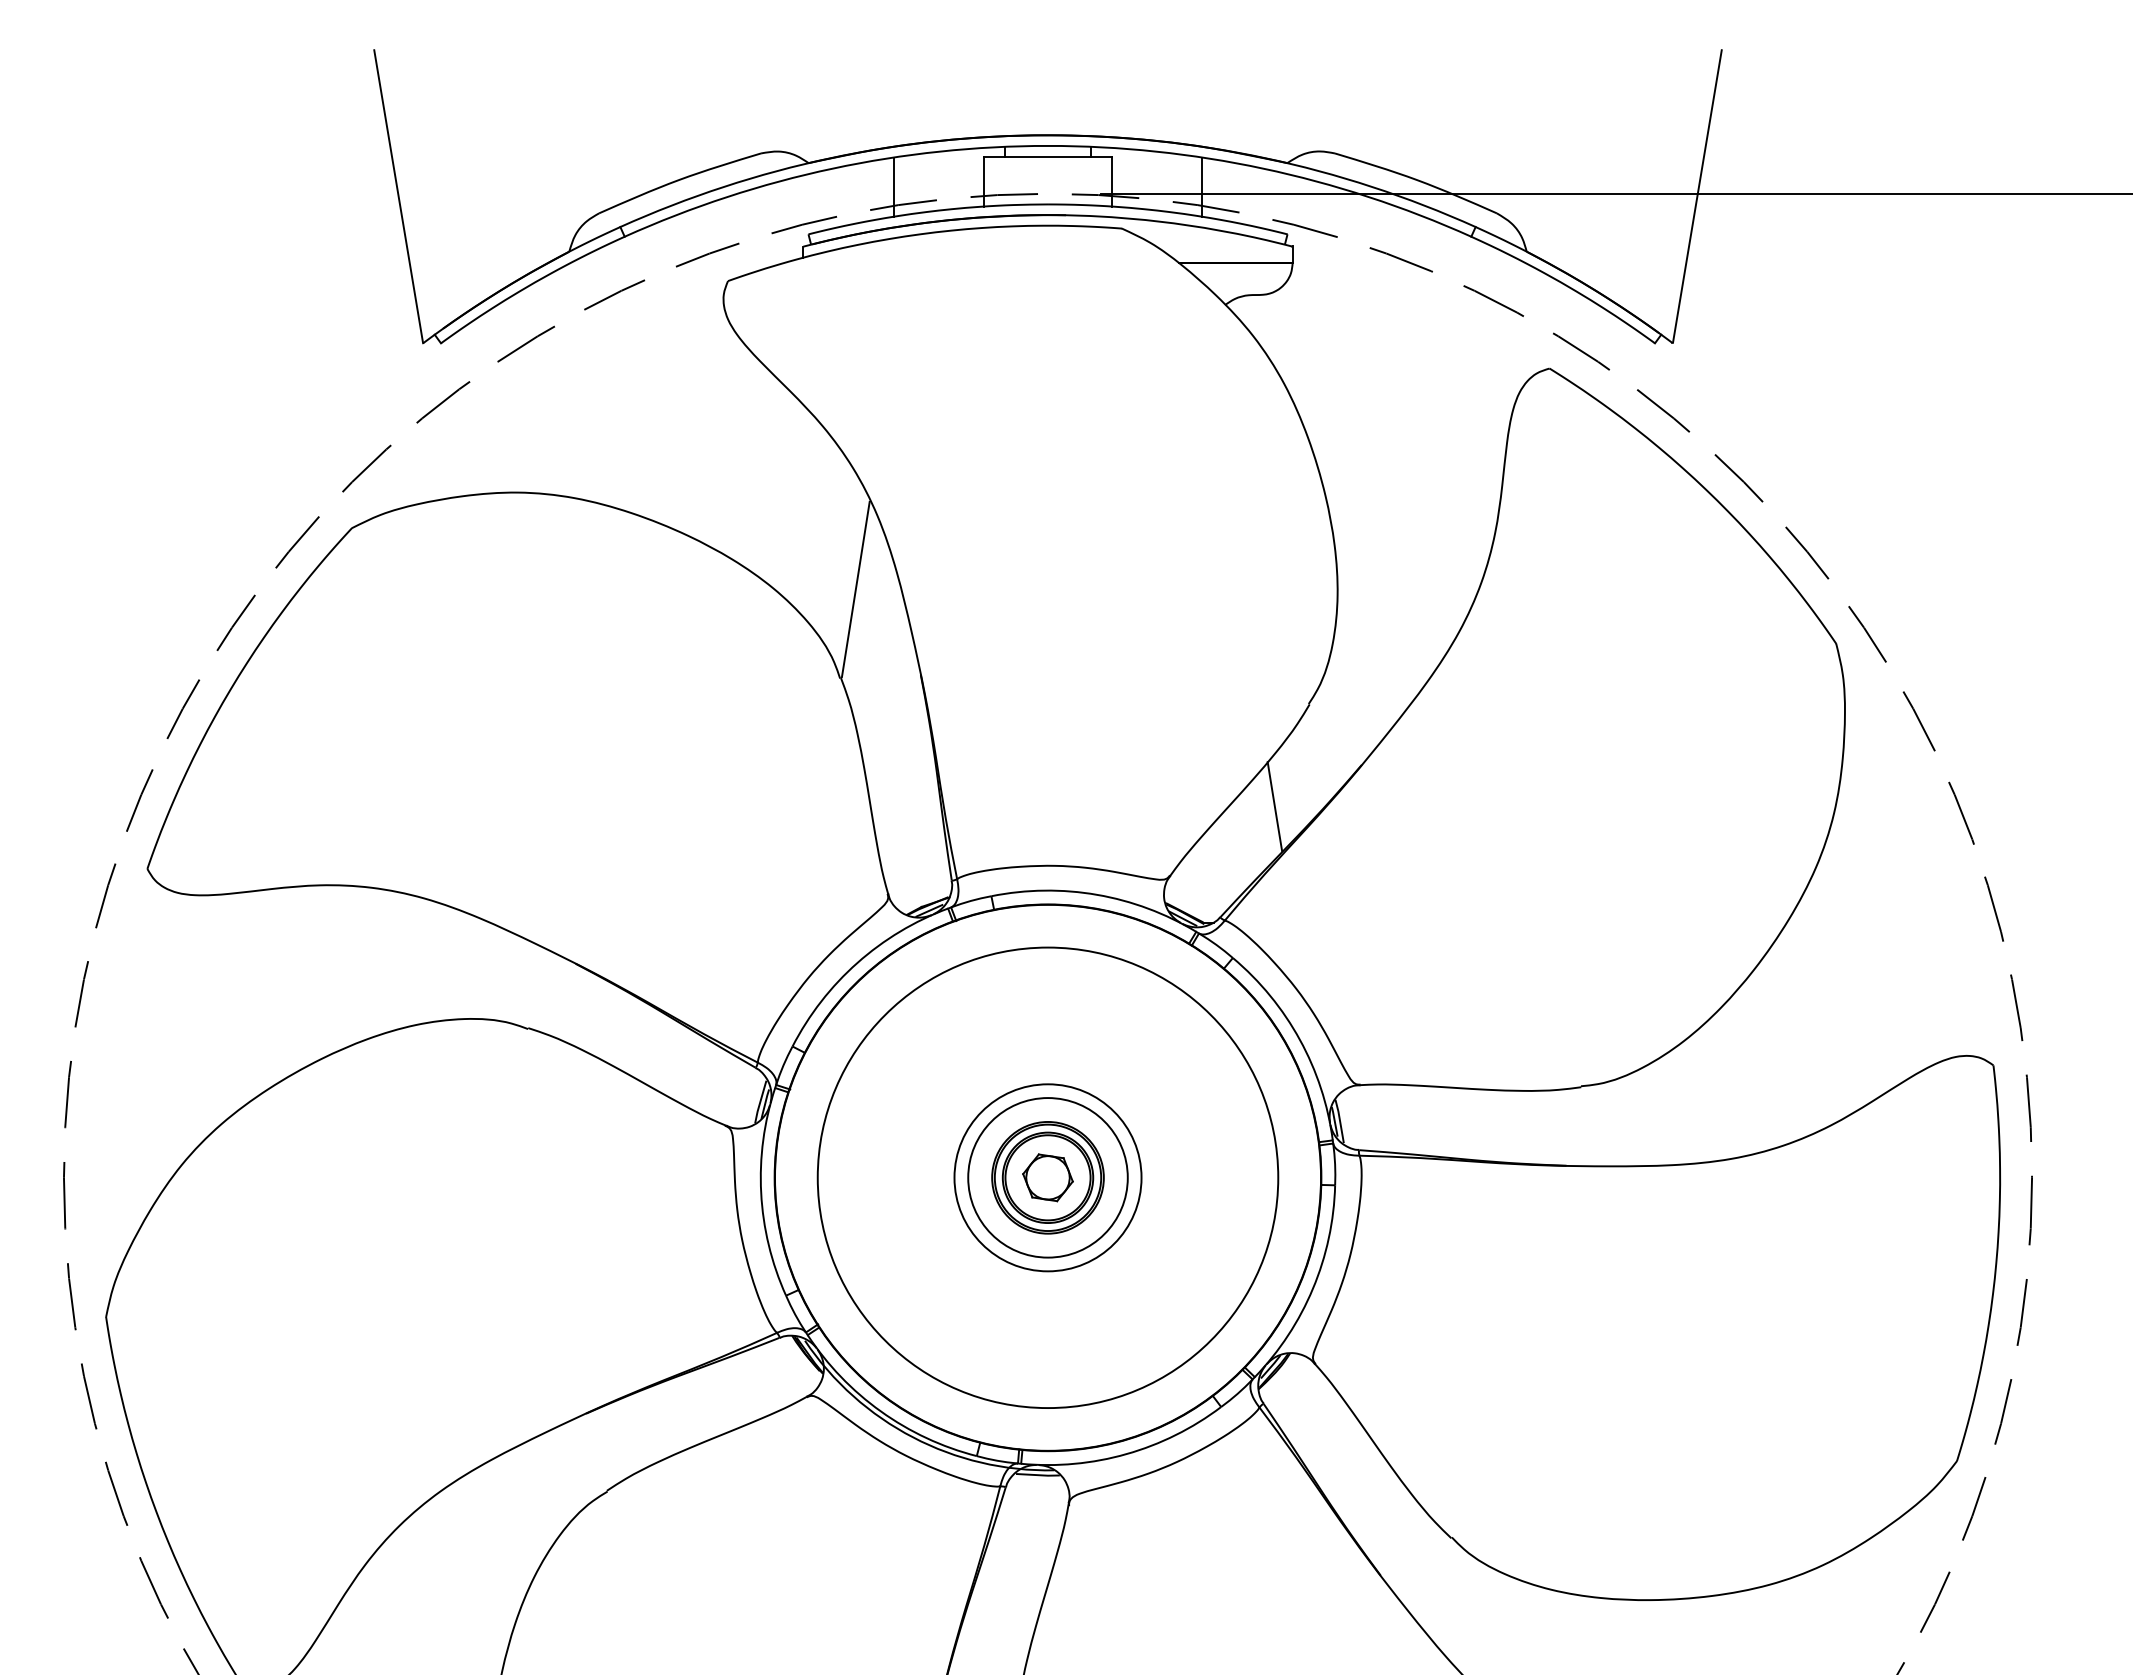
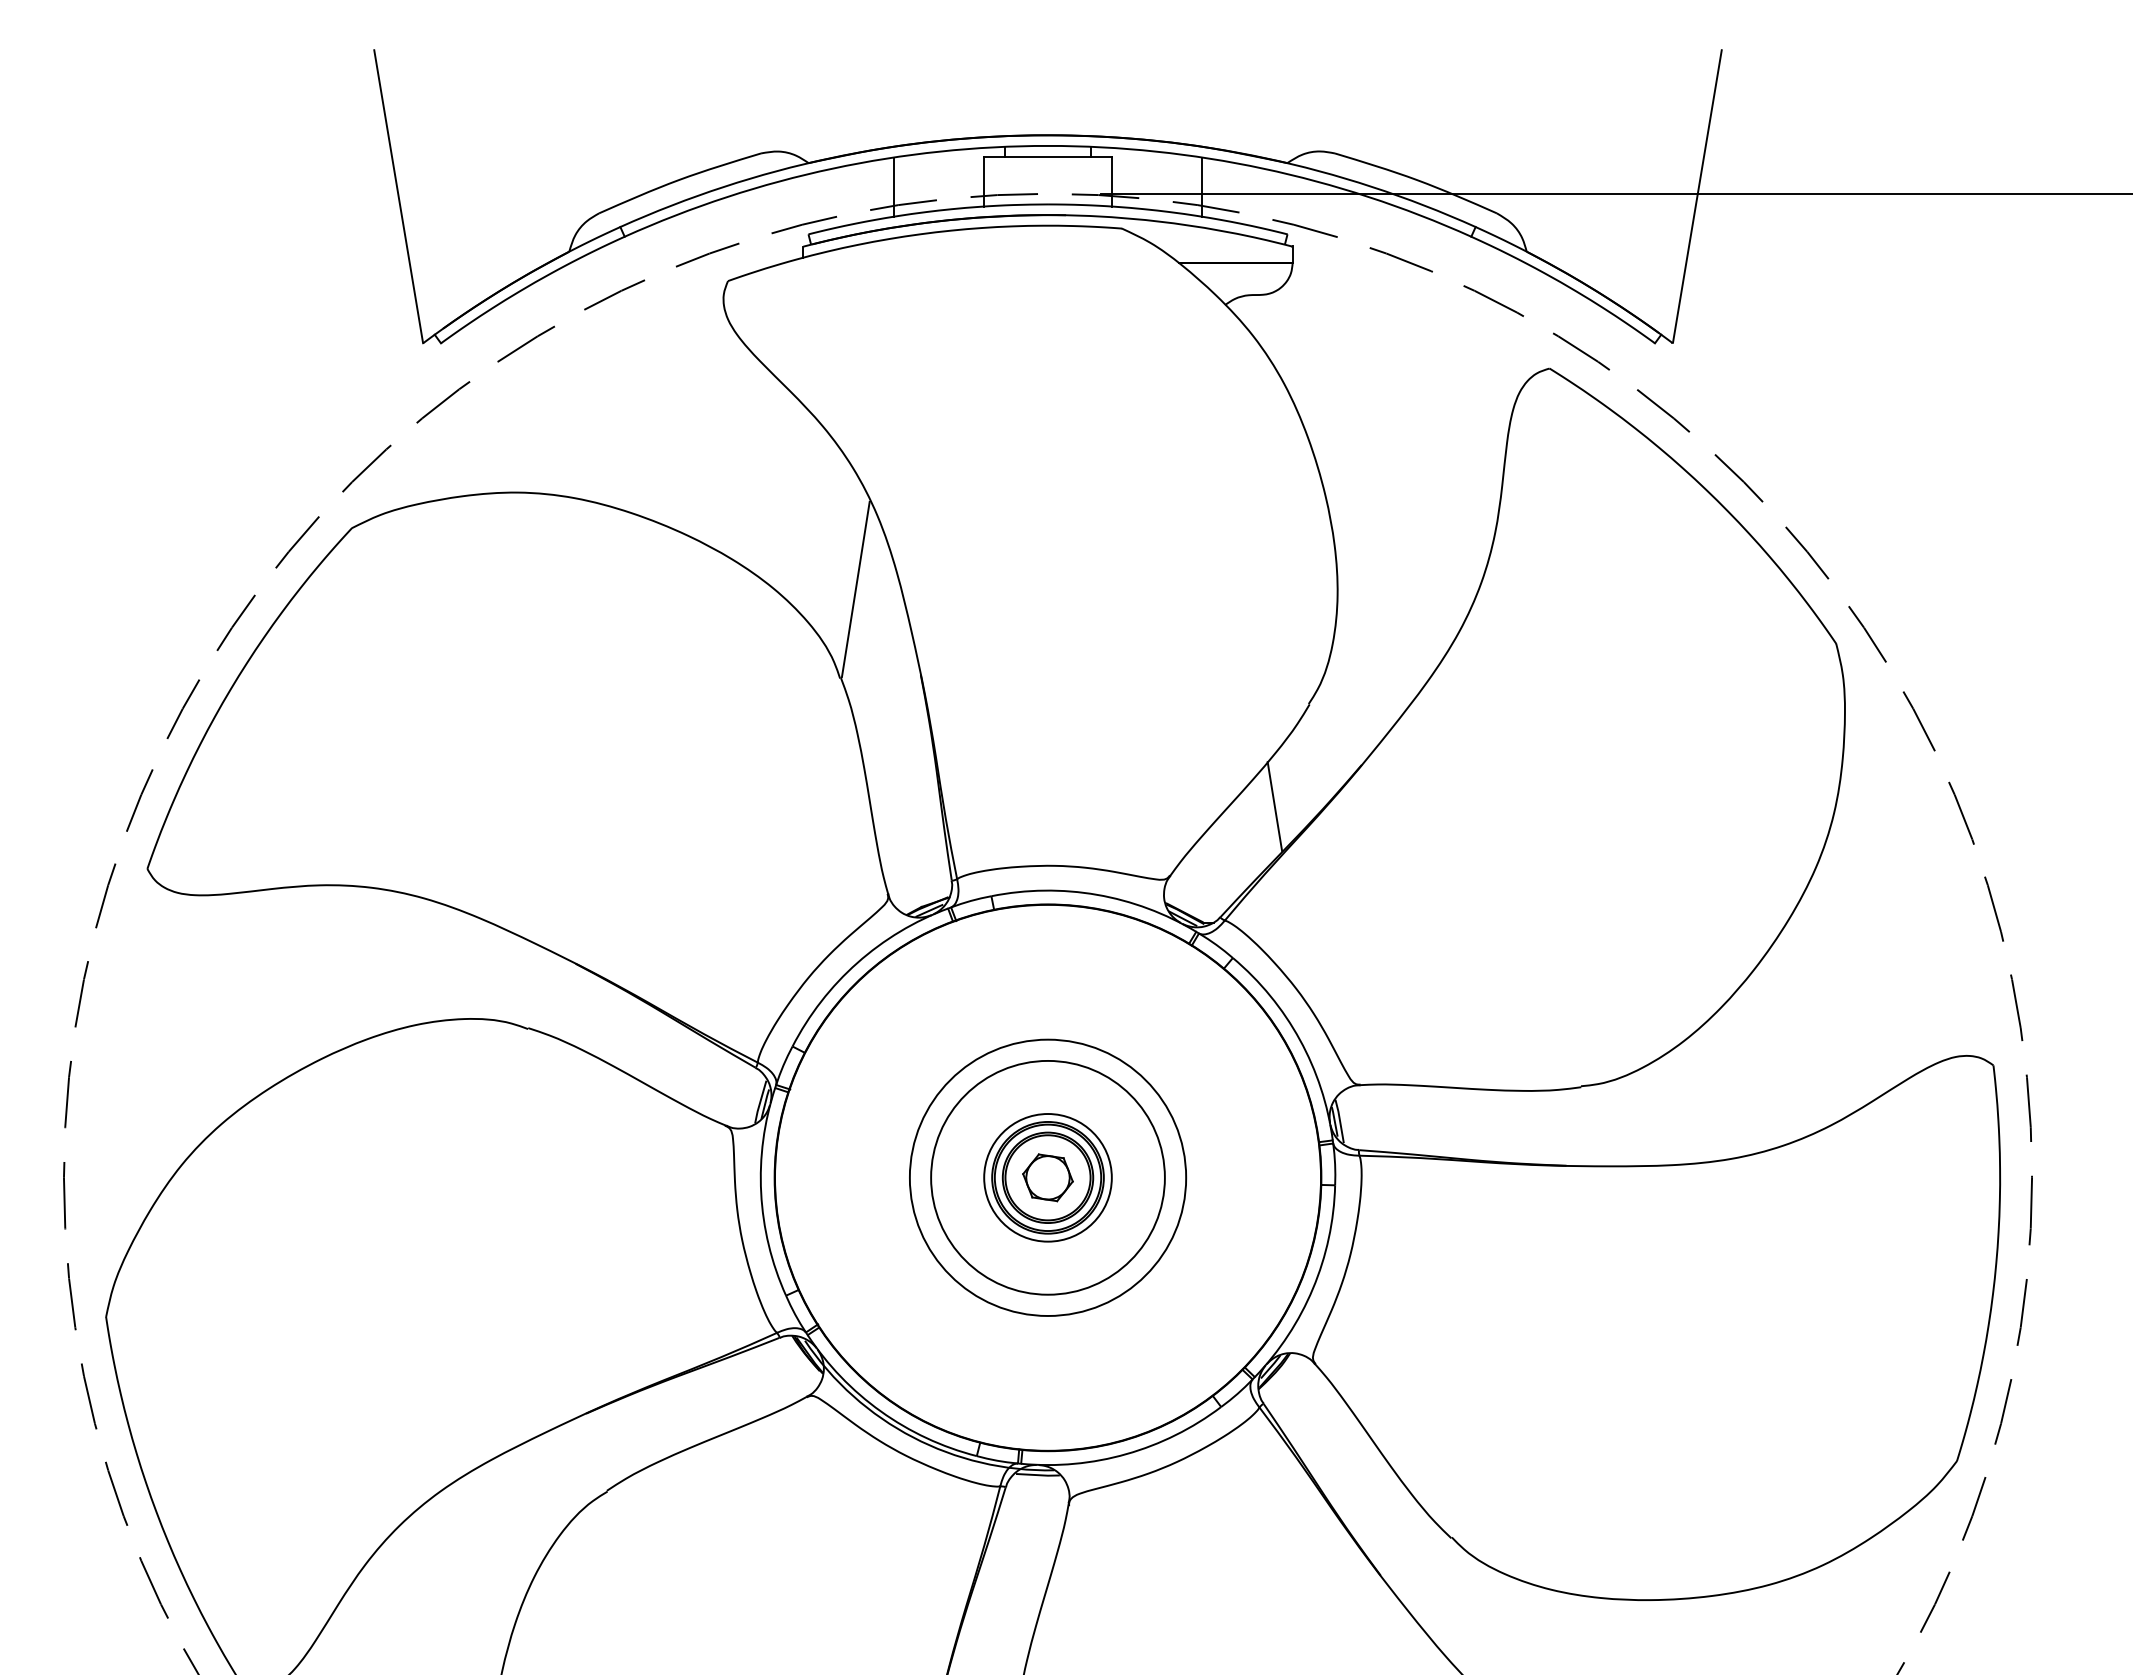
circle at (1047, 1177) diameter: 160 px -> 128 px
circle at (1047, 1177) diameter: 187 px -> 234 px
circle at (1047, 1177) diameter: 461 px -> 276 px
